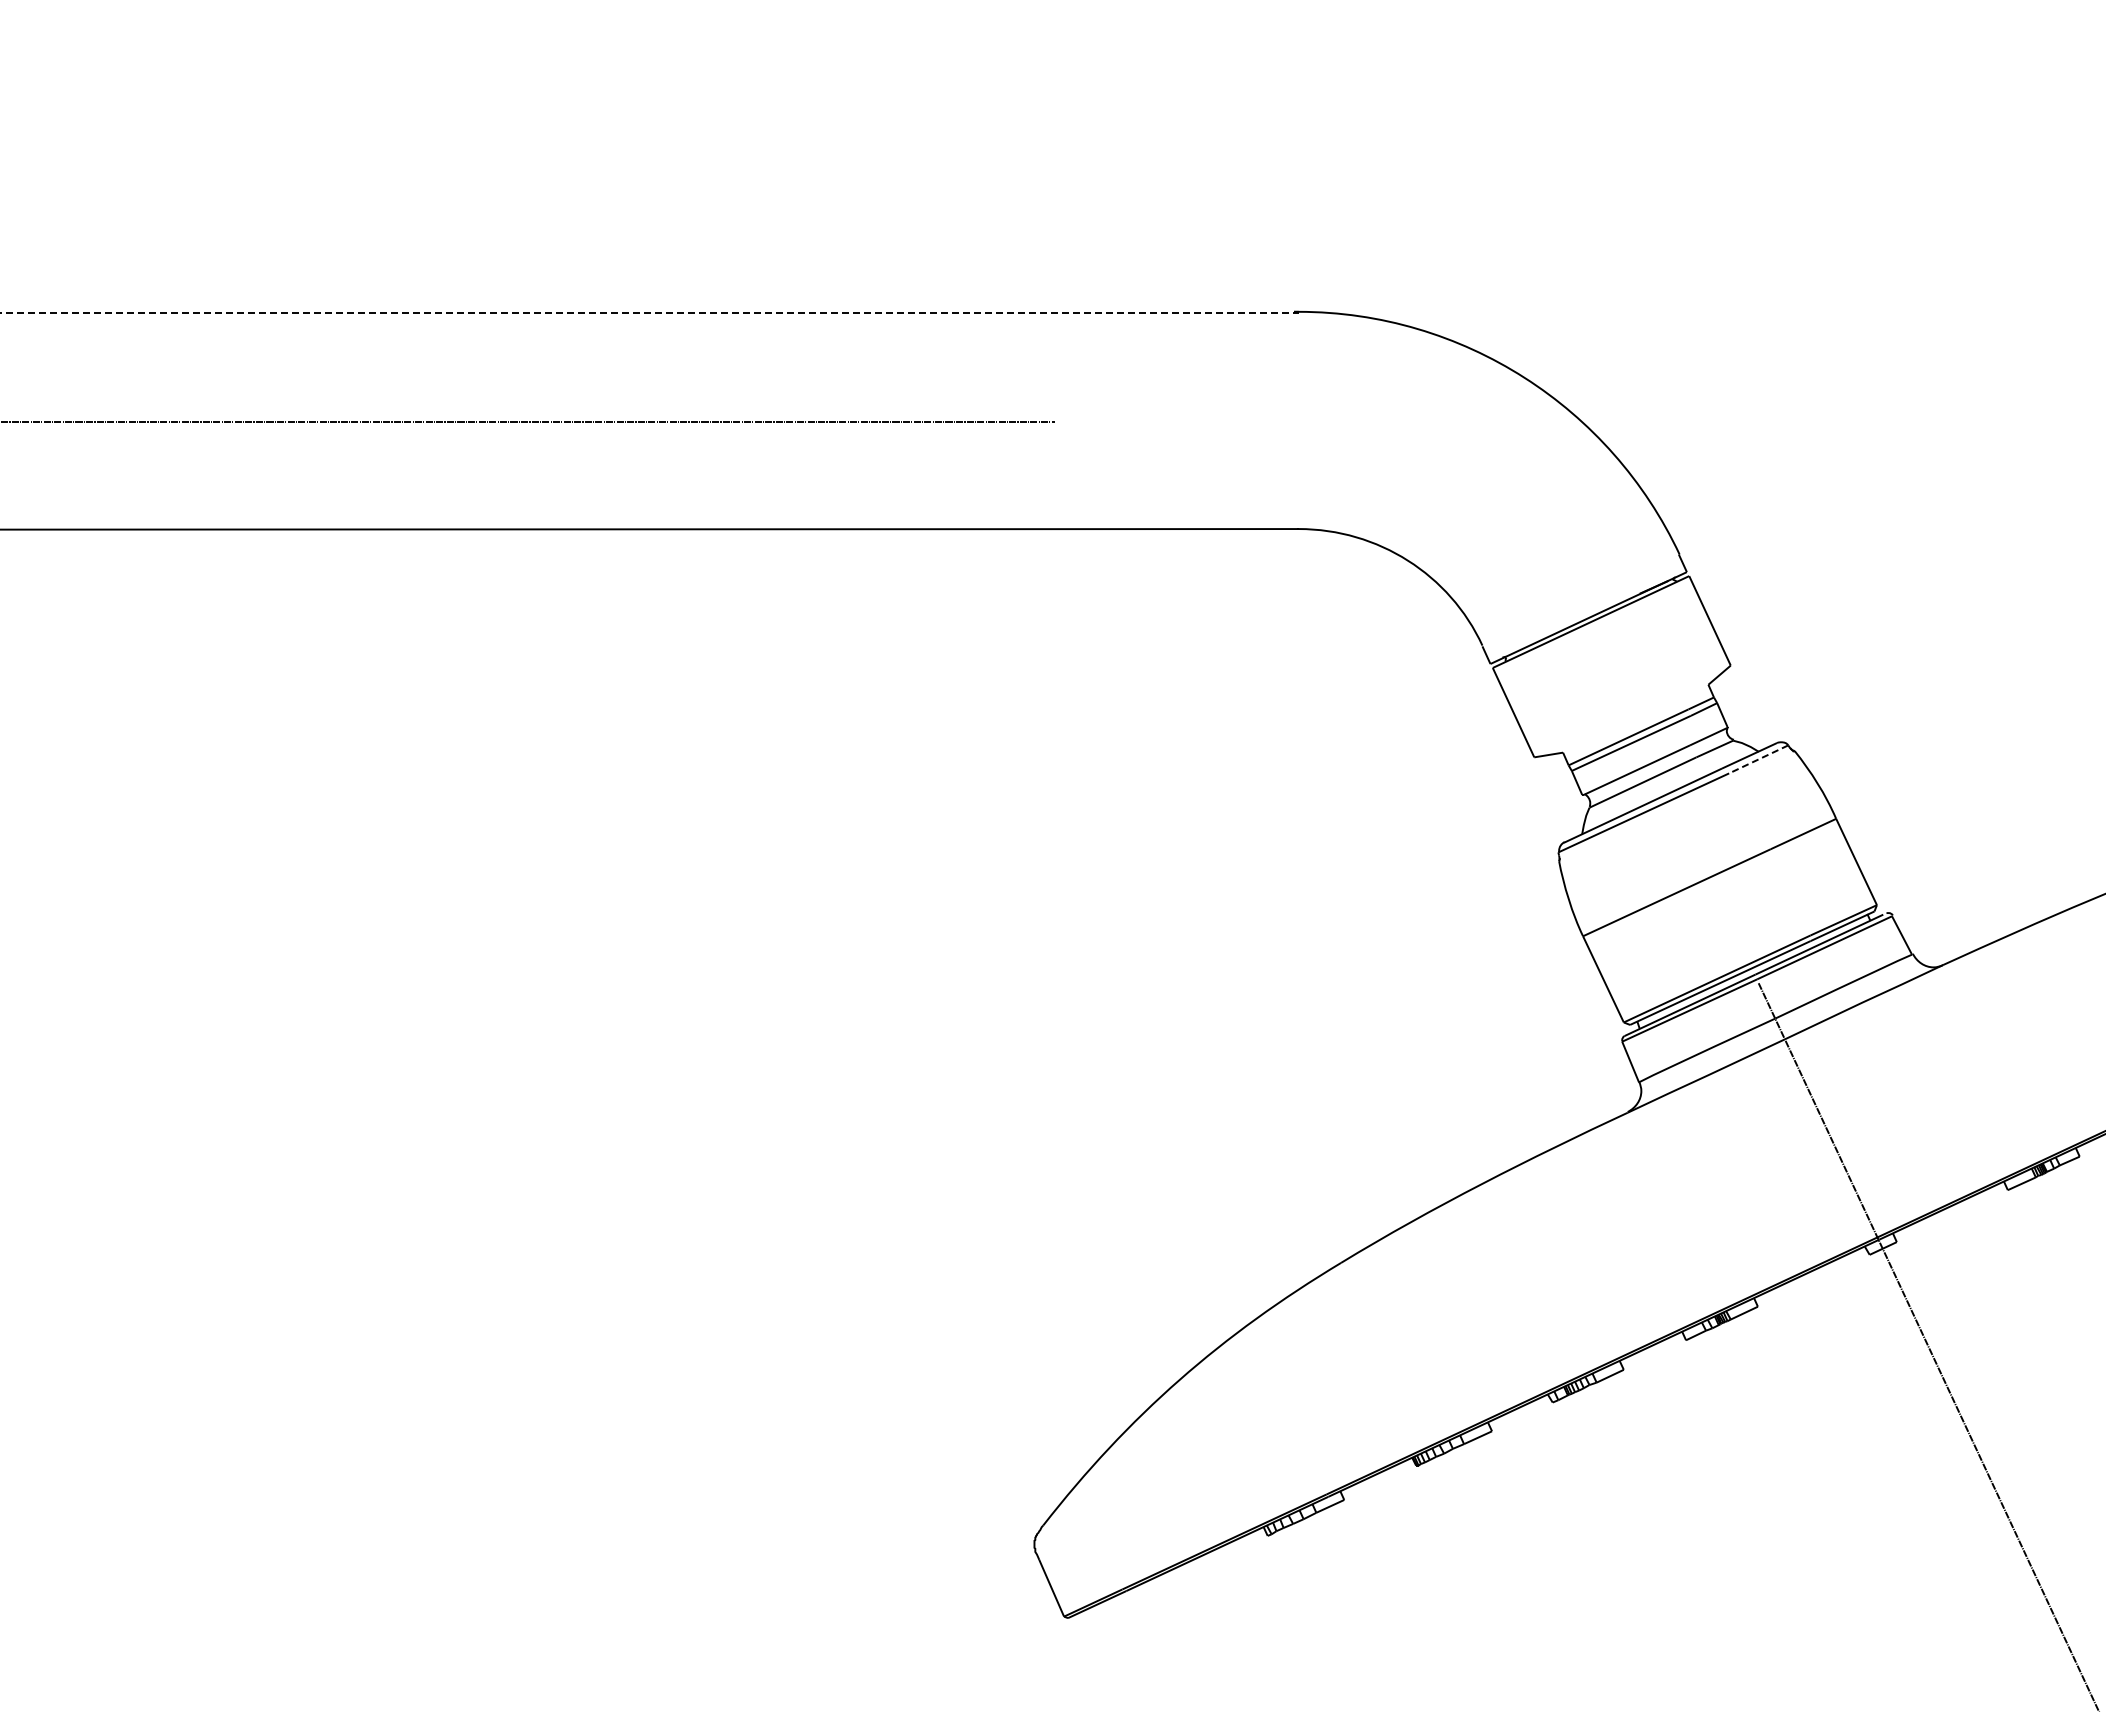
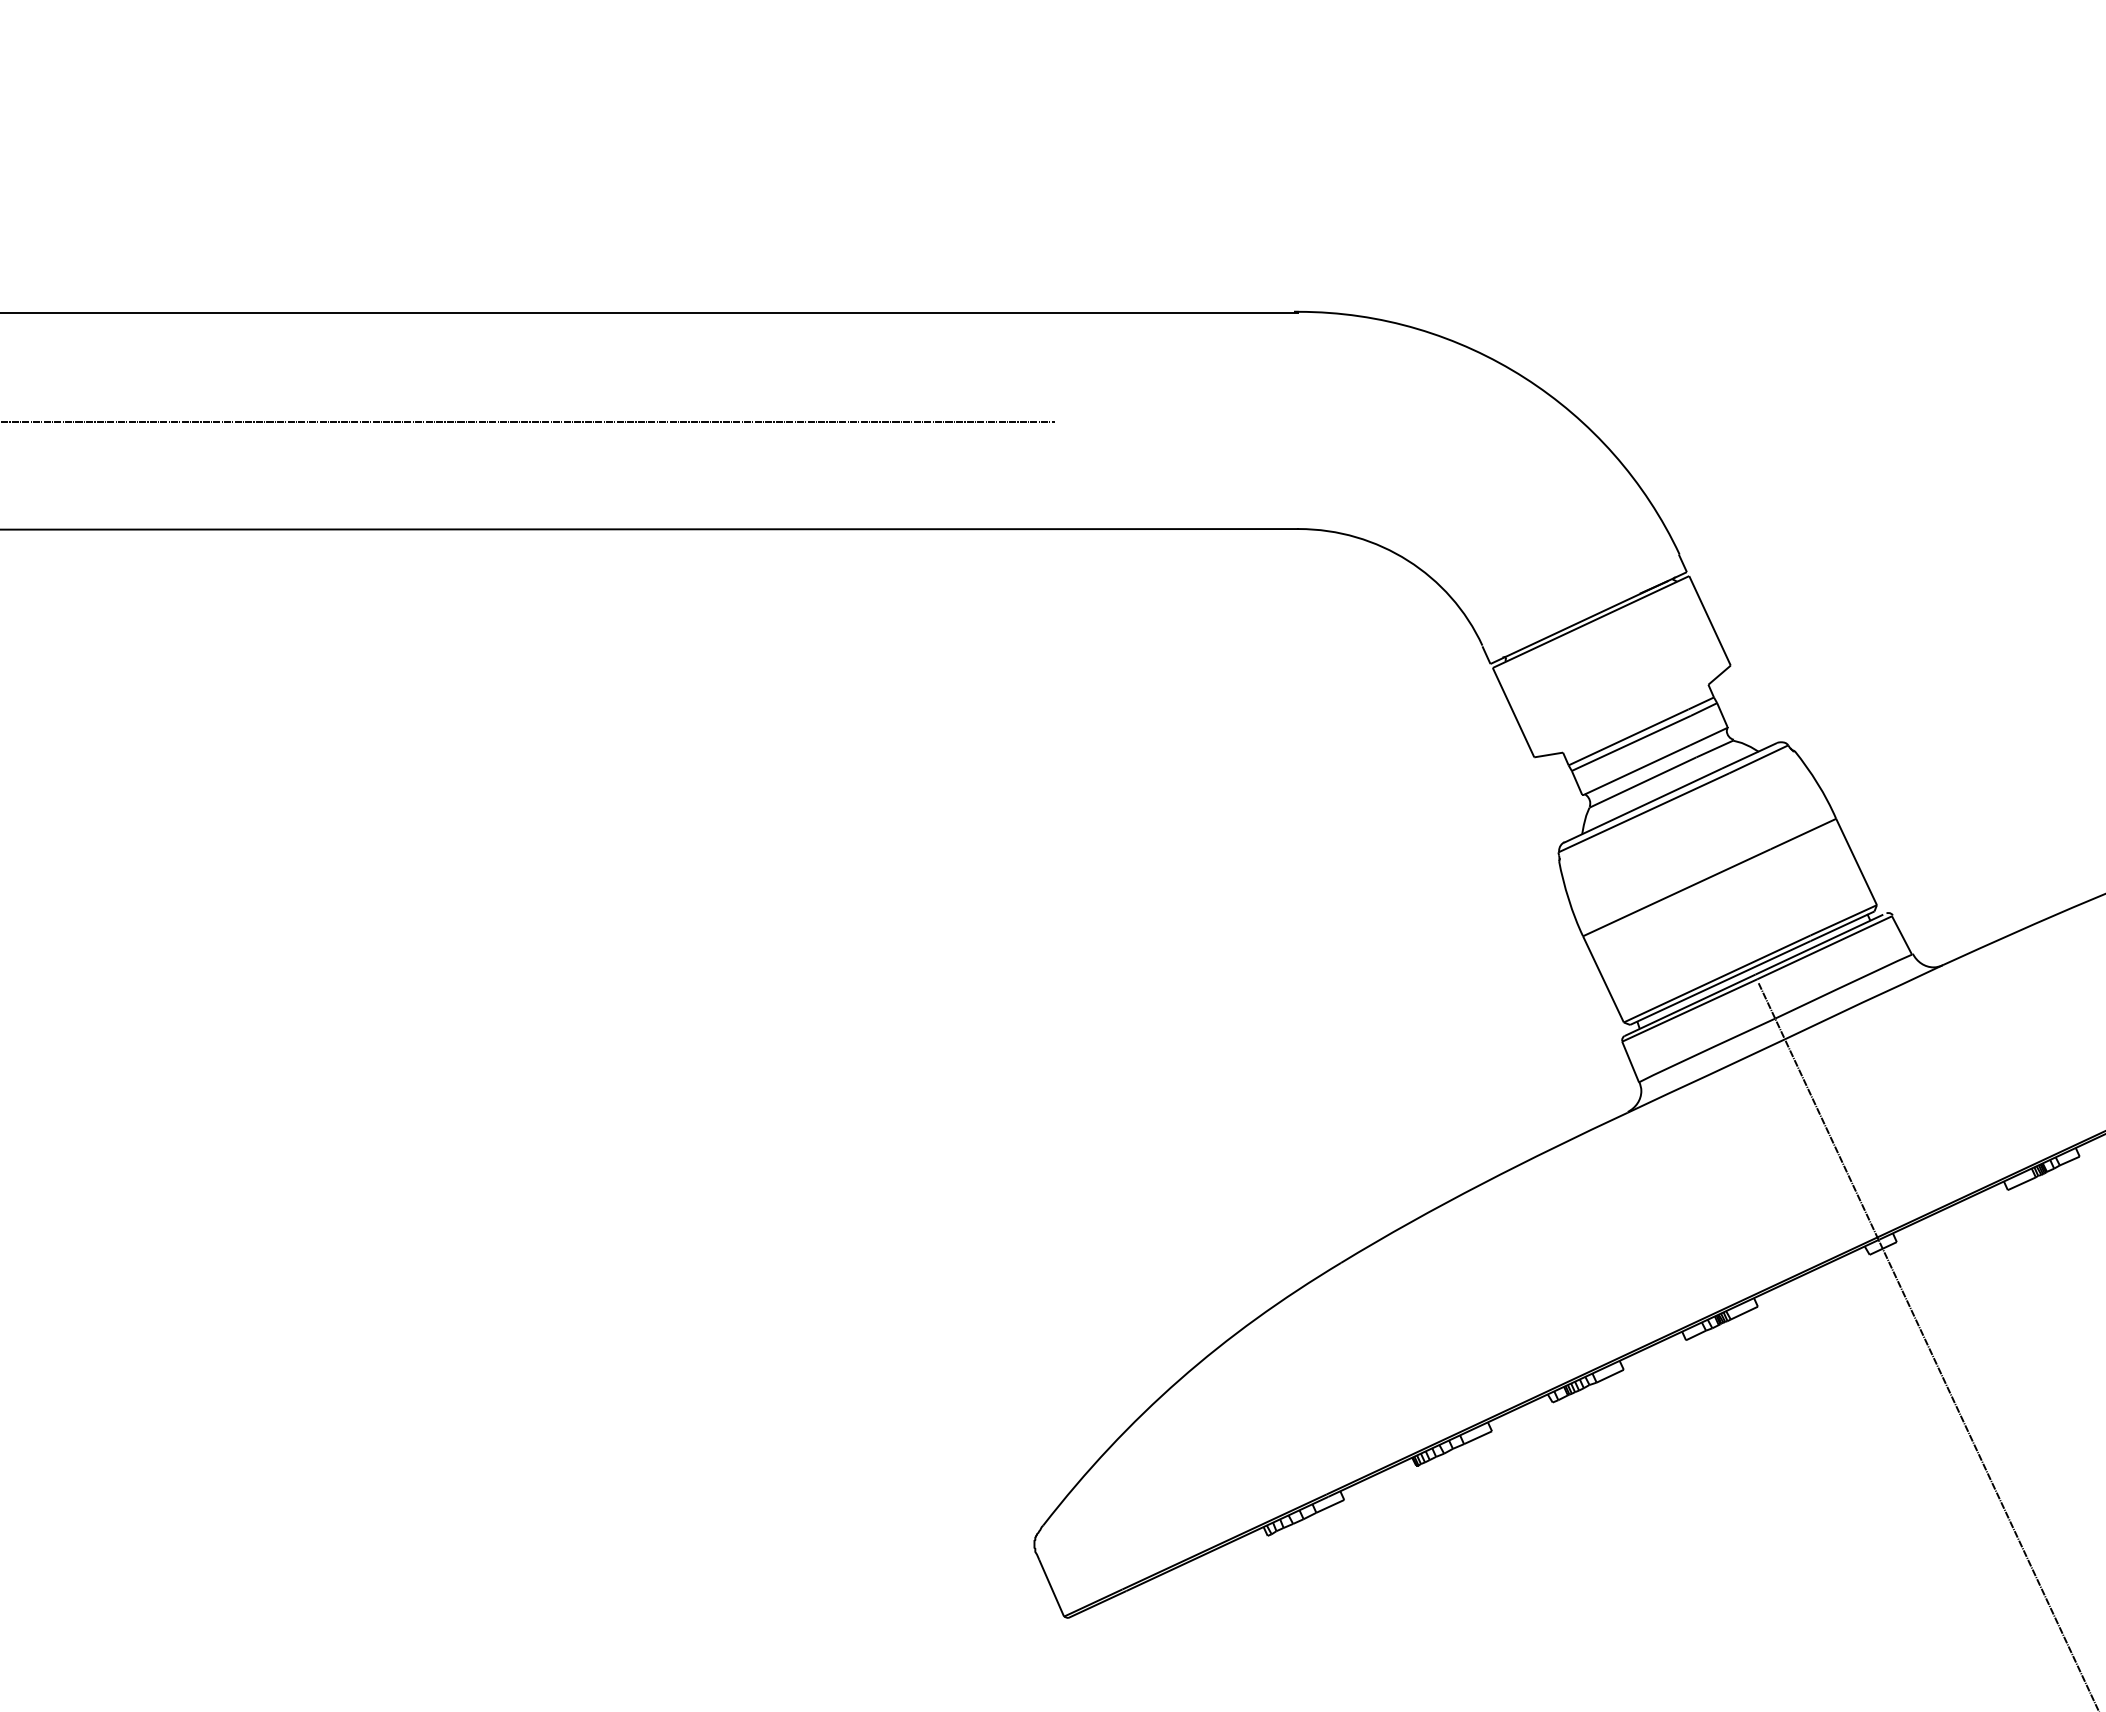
line at (650, 312): dashed -> solid
line at (1758, 759): dashed -> solid
